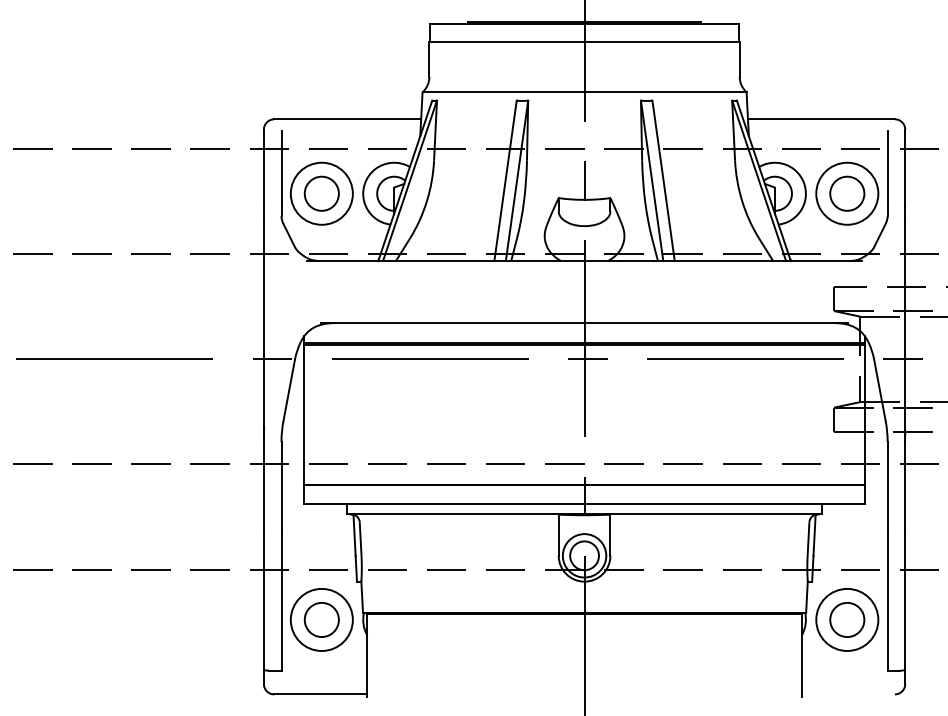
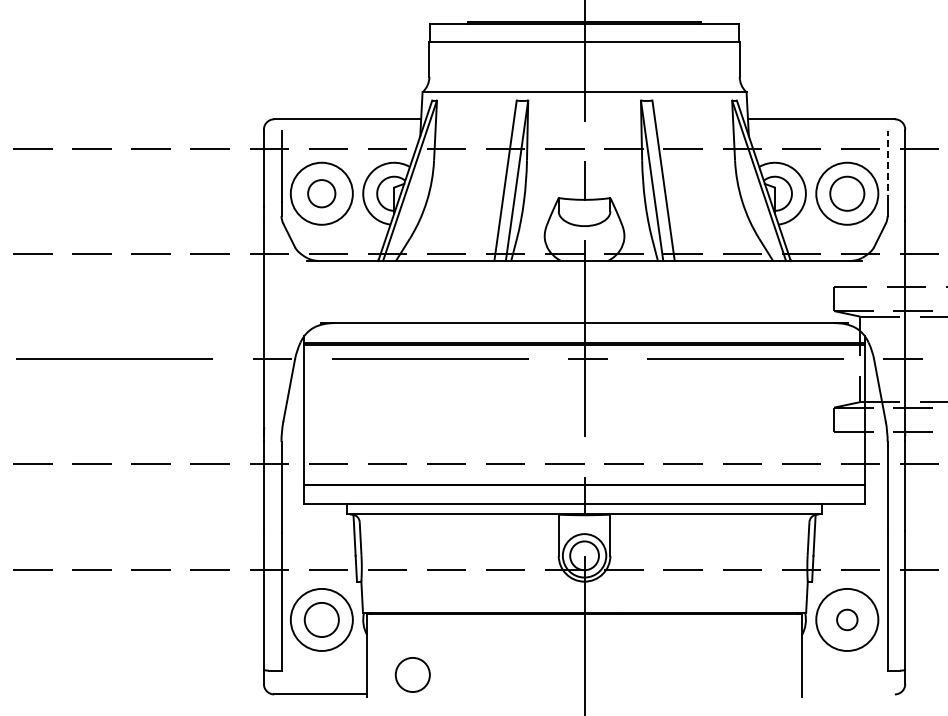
line at (887, 166): solid -> dashed
circle at (321, 193) size: 37x37 px -> 30x30 px
circle at (847, 619) diameter: 34 px -> 20 px
circle at (412, 674): none -> present
